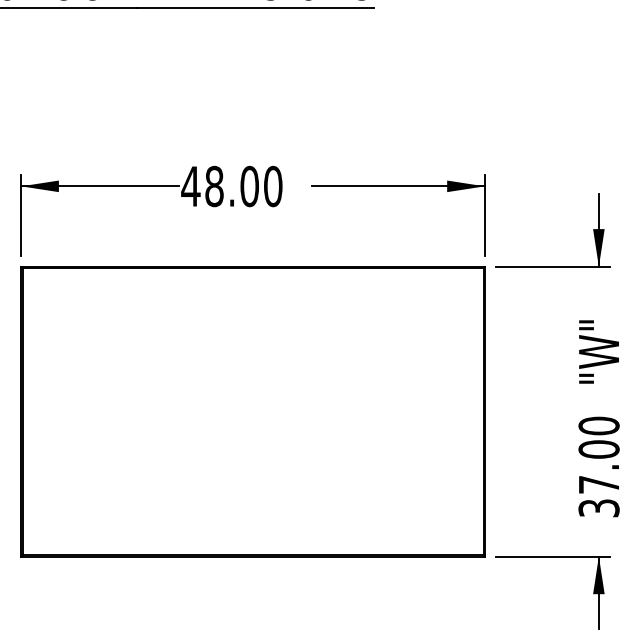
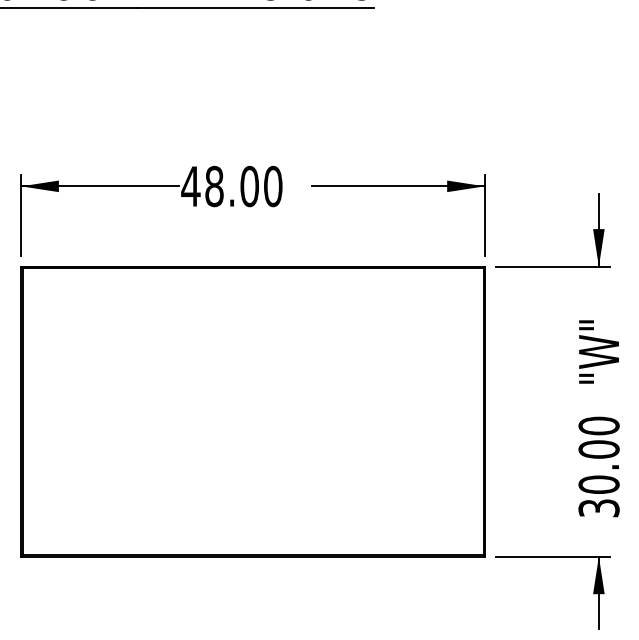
text at (598, 484): 37.00 -> 30.00
